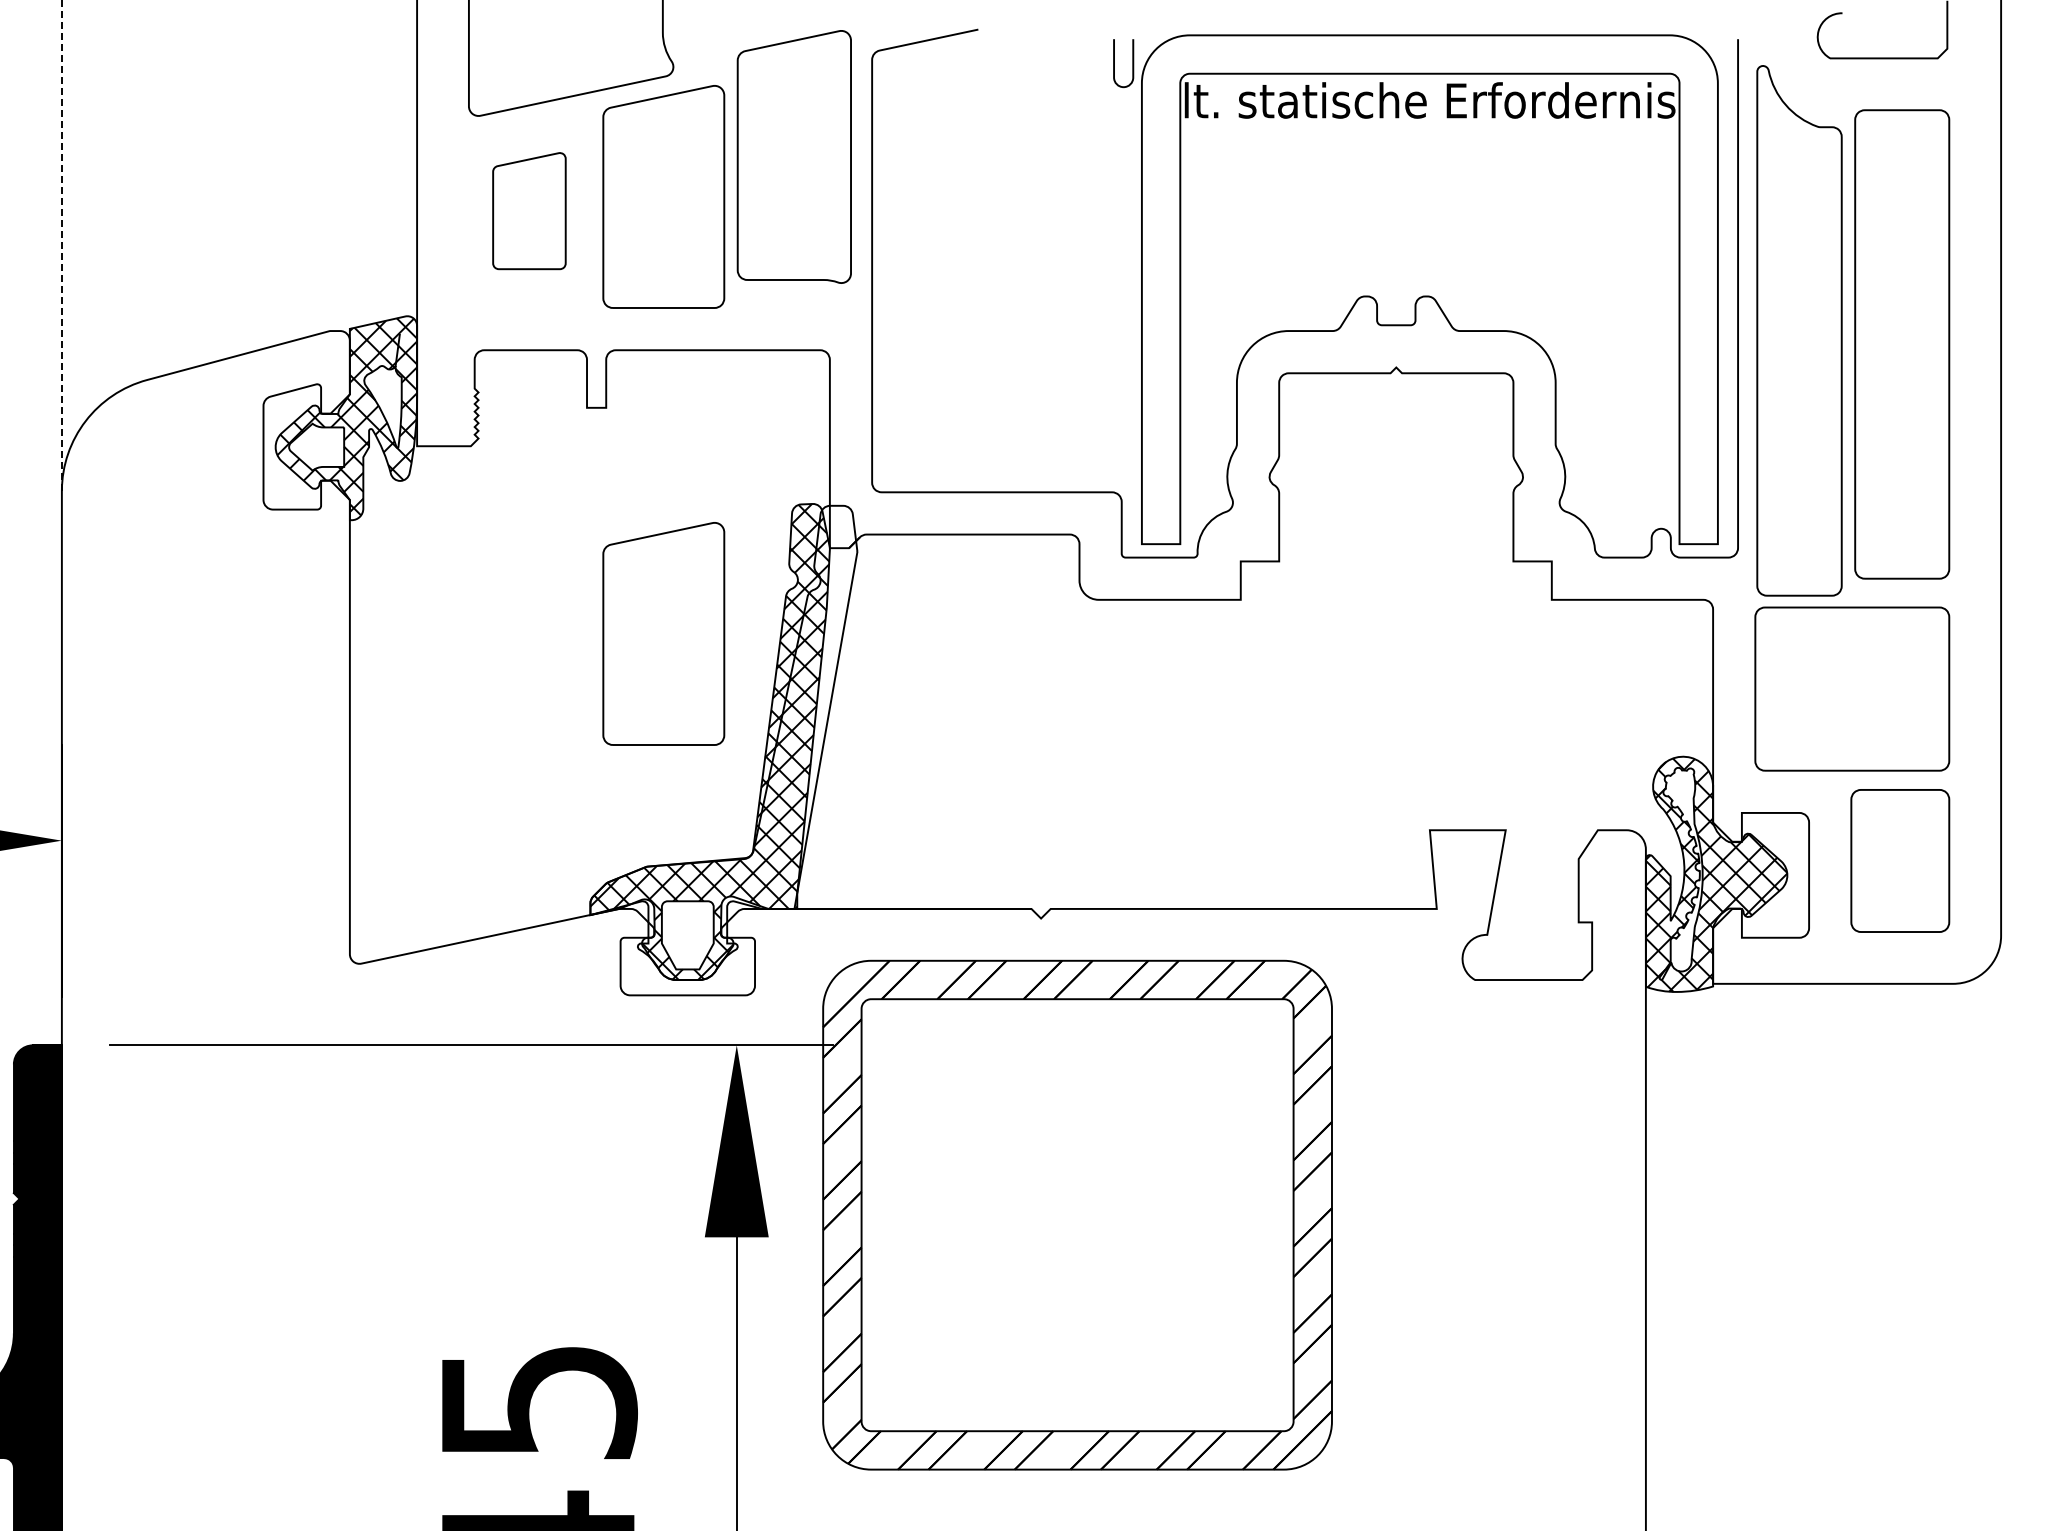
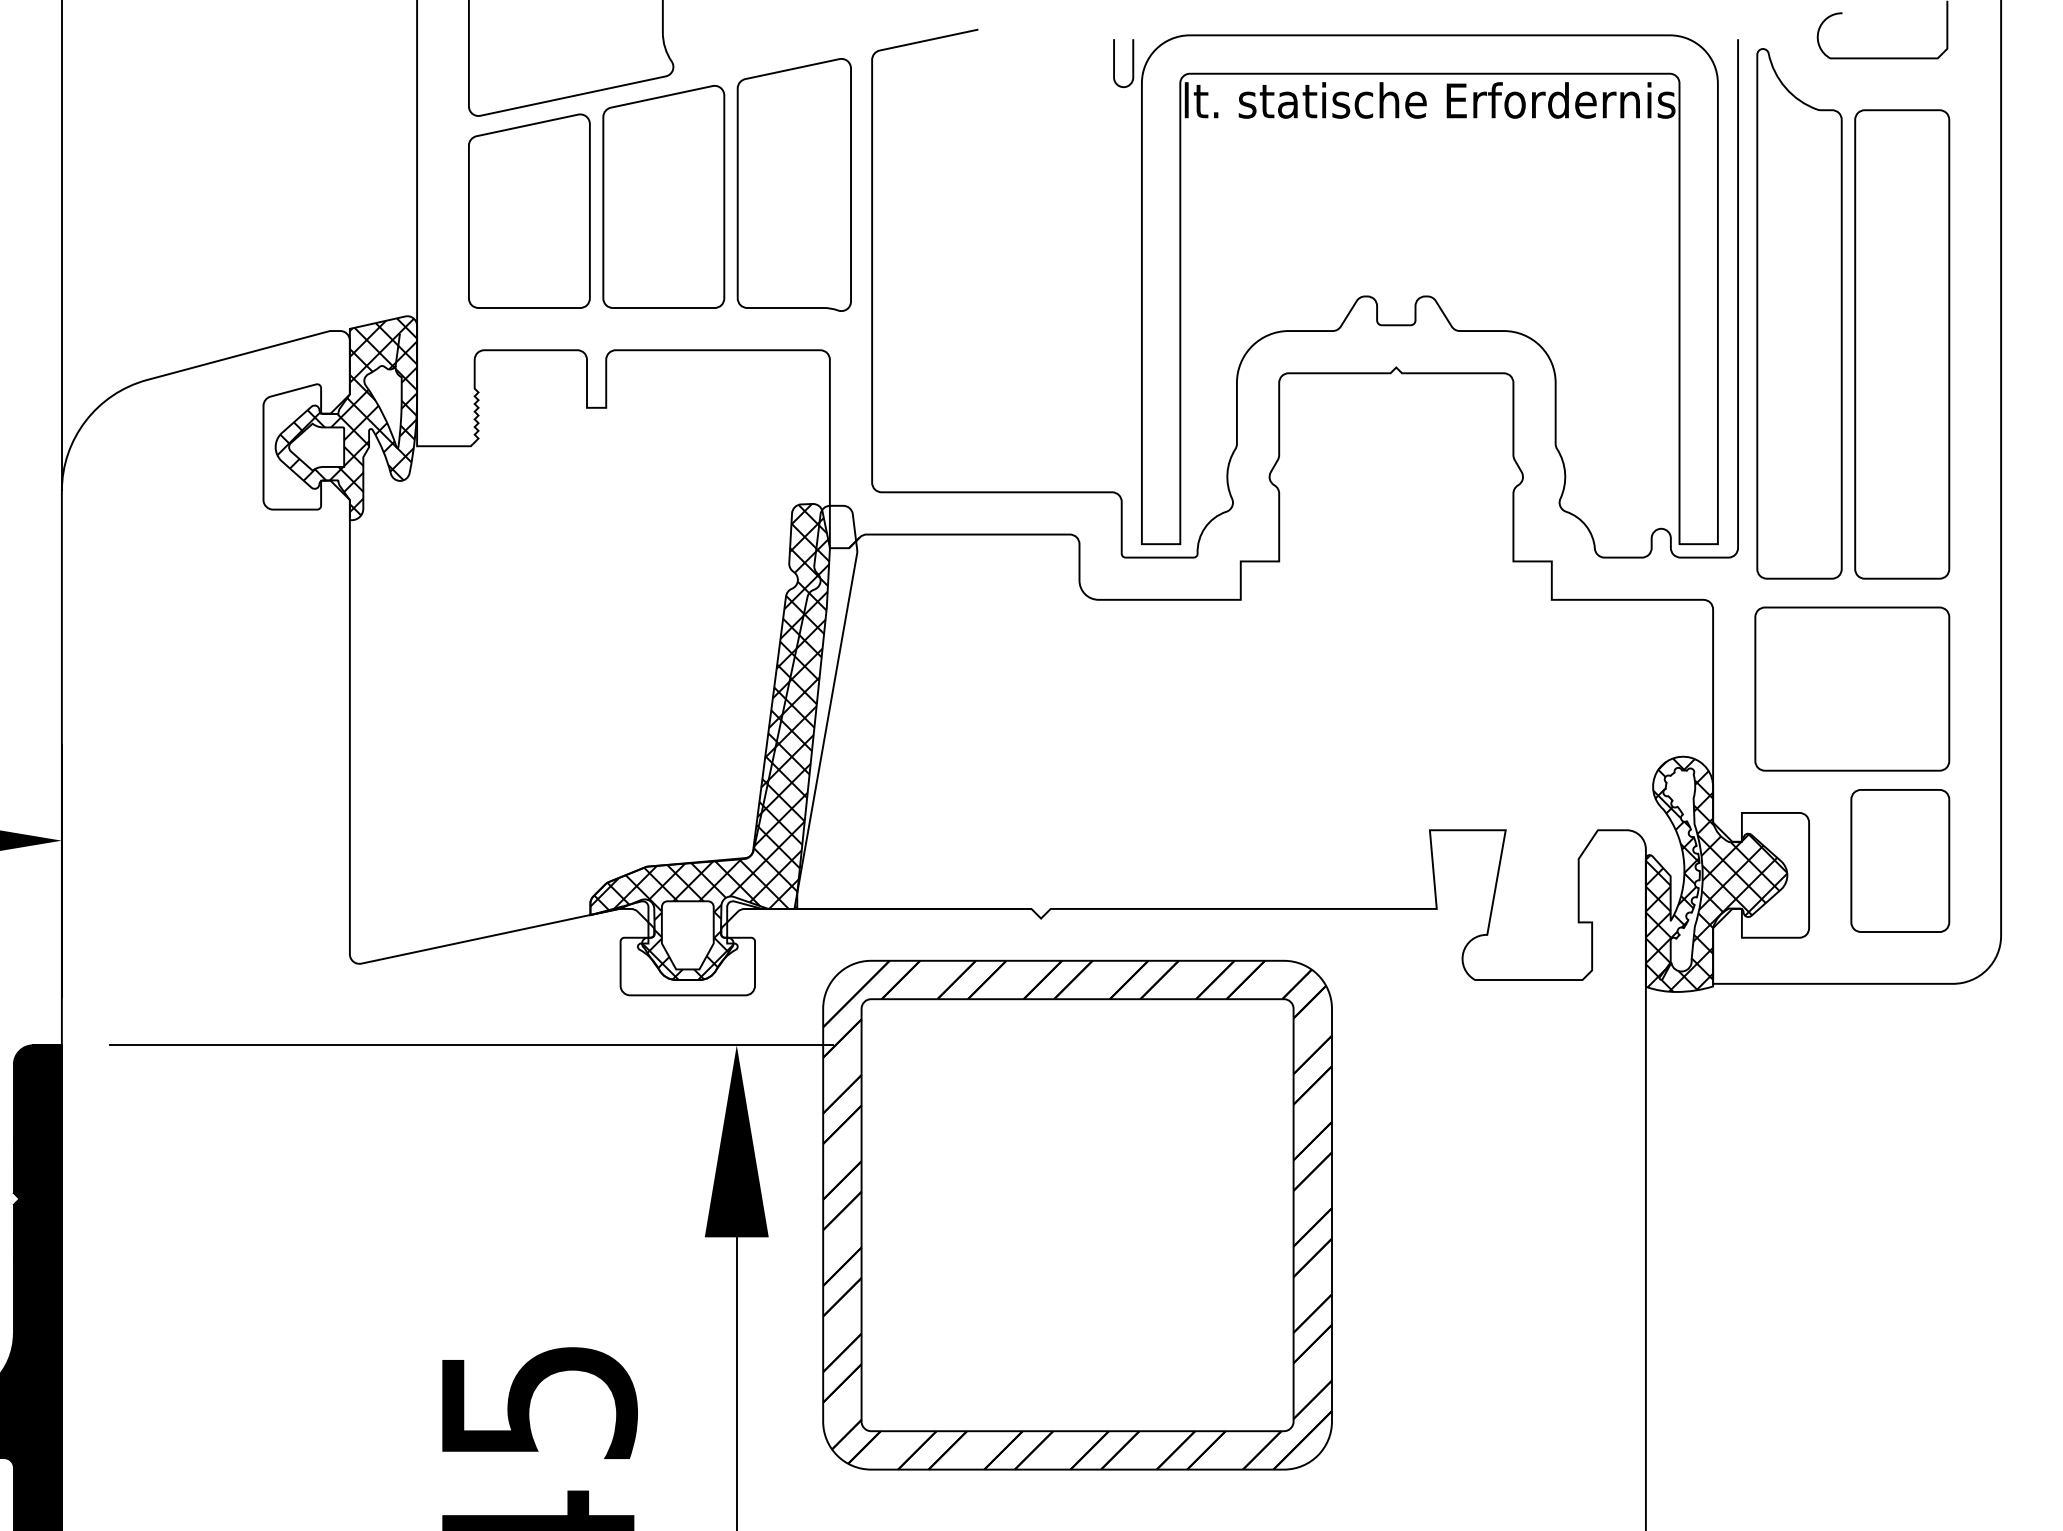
part at (793, 156) position: (793, 156) -> (793, 184)
part at (529, 211) size: 75x119 px -> 123x196 px
line at (61, 245): dashed -> solid
part at (1799, 330) position: (1799, 330) -> (1799, 313)
part at (663, 633): present -> none
